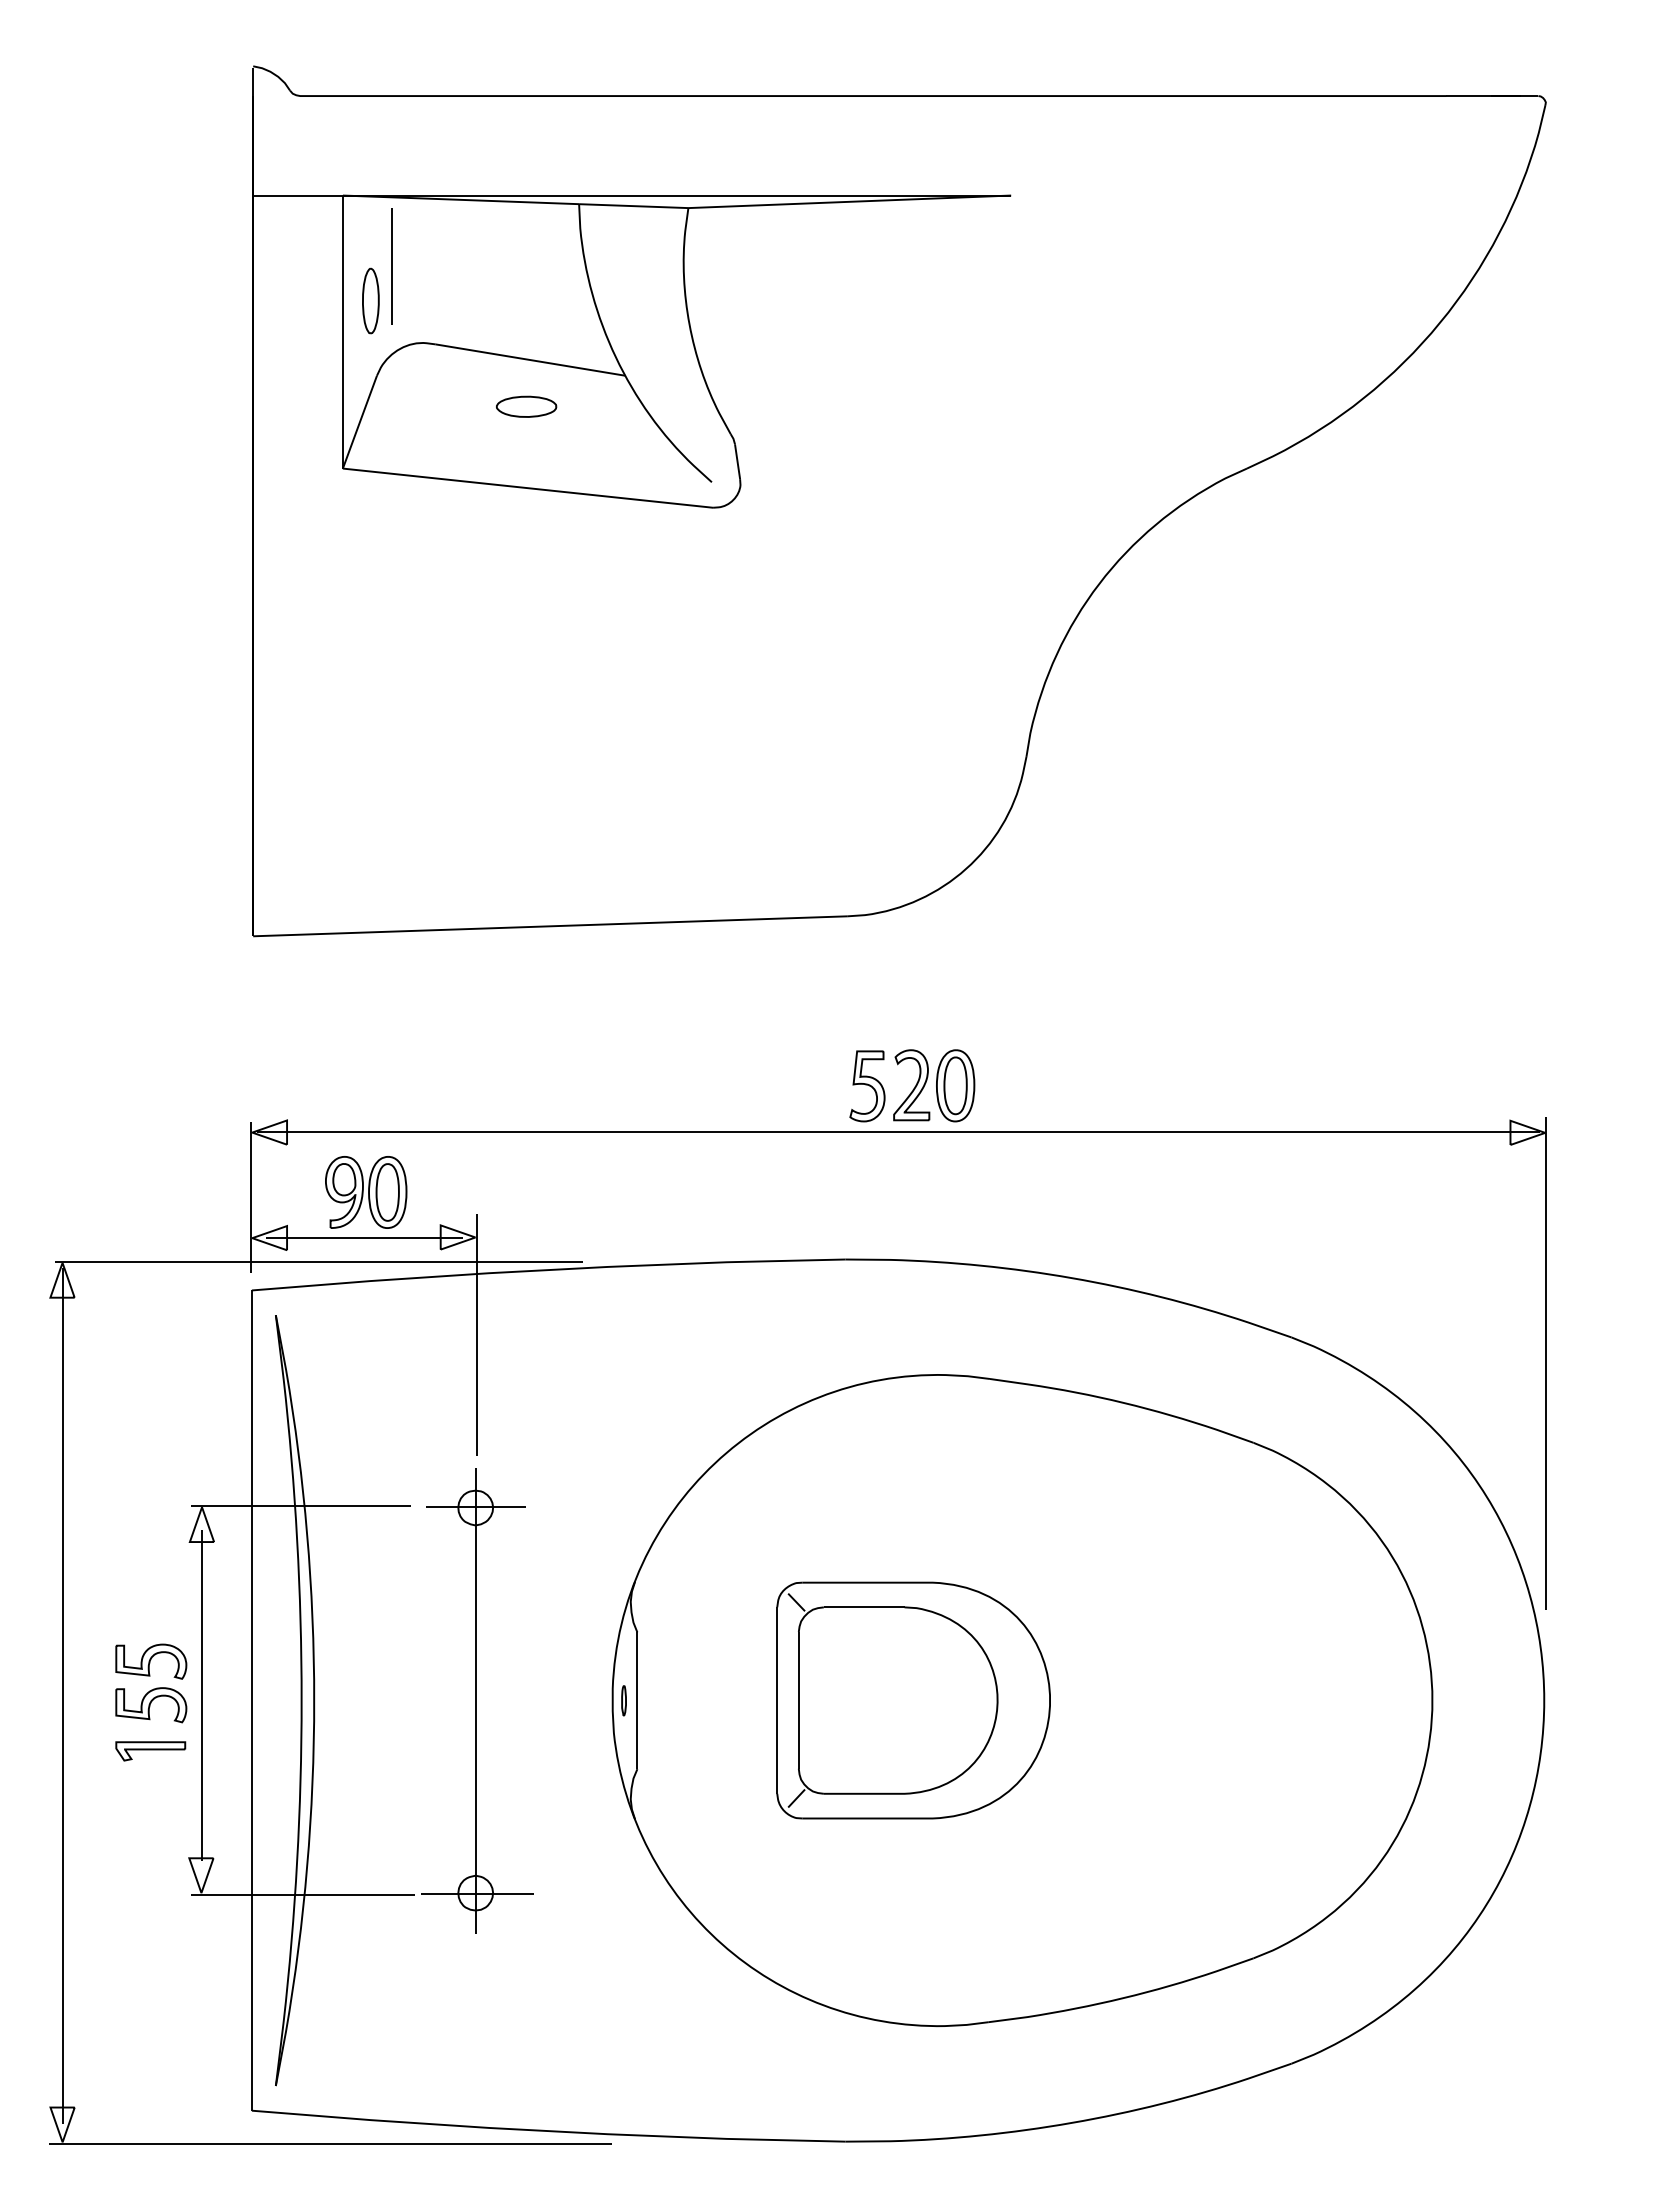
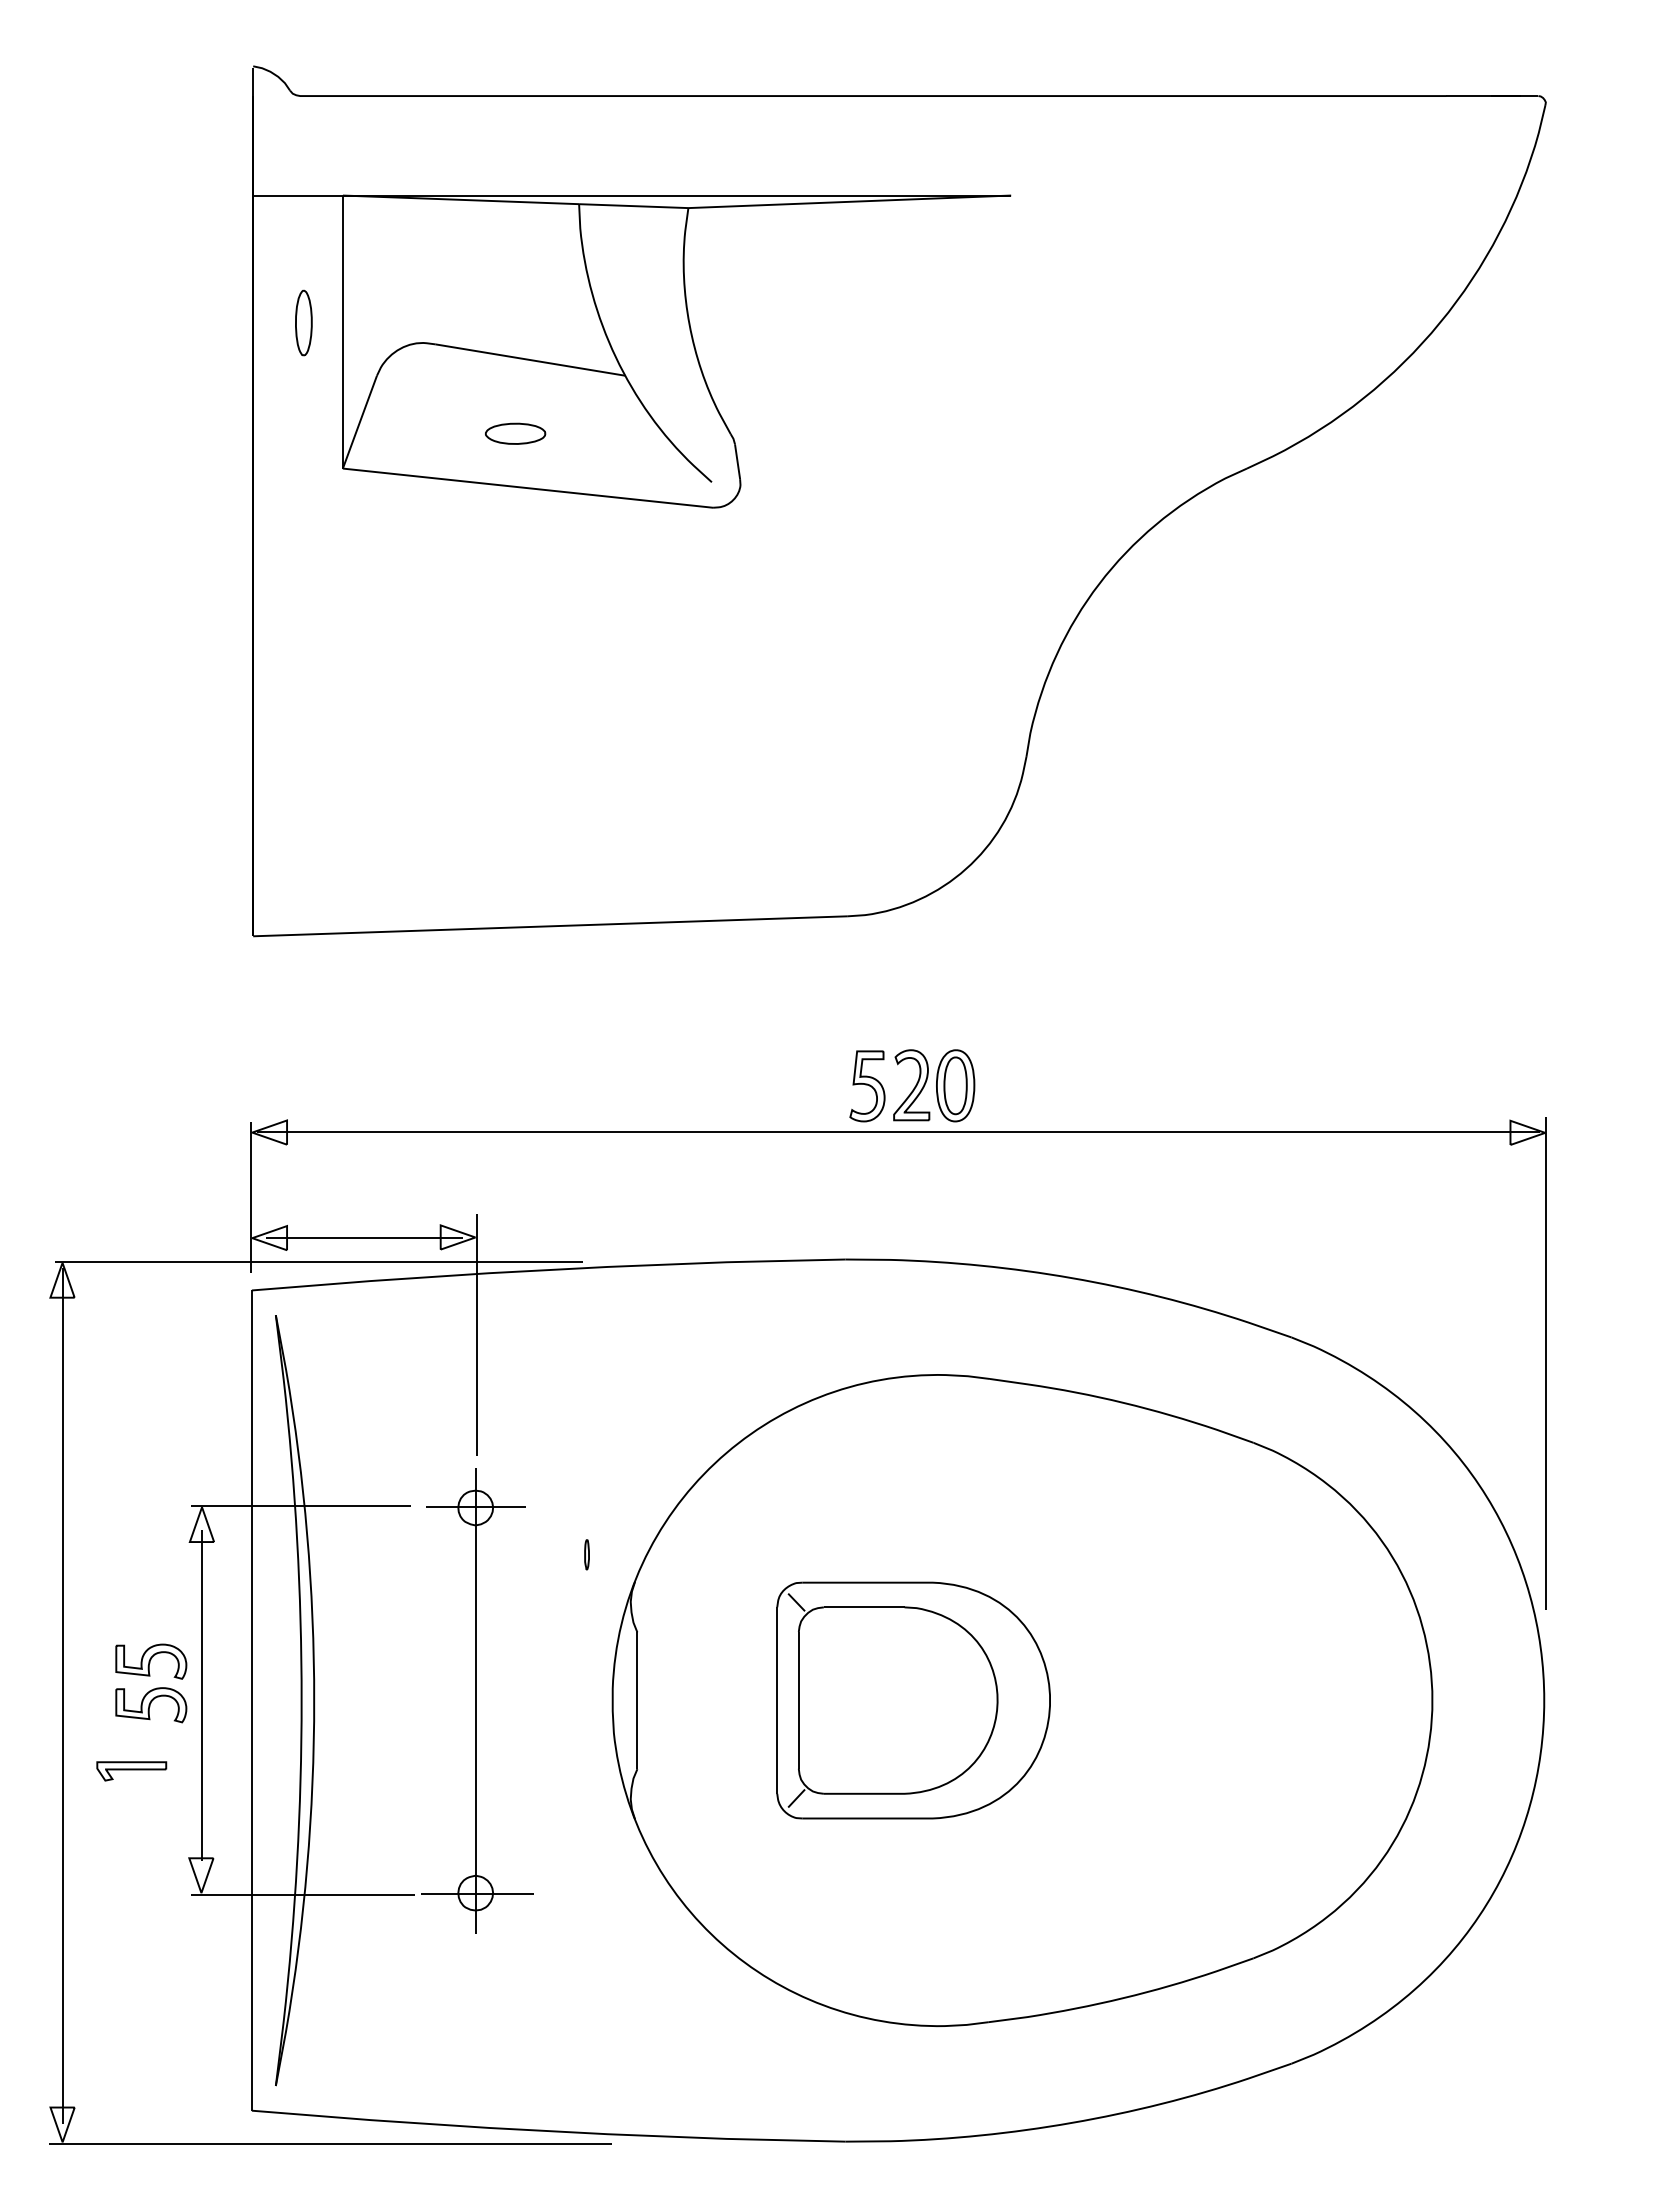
line at (391, 266): present -> none
part at (370, 300) position: (370, 300) -> (303, 322)
part at (526, 406) position: (526, 406) -> (515, 433)
part at (366, 1192): present -> none
part at (623, 1700) position: (623, 1700) -> (586, 1554)
part at (150, 1751) position: (150, 1751) -> (131, 1771)
